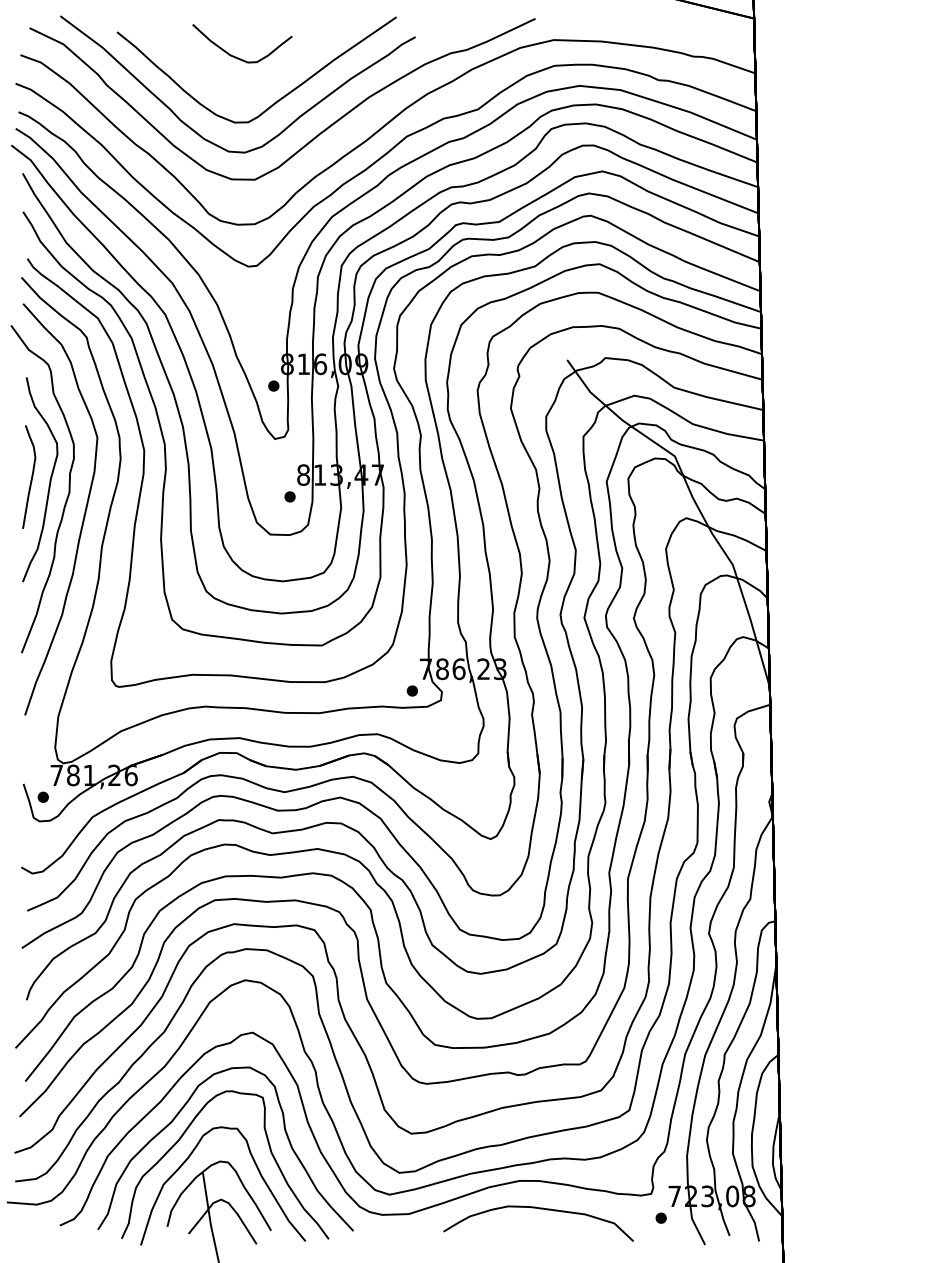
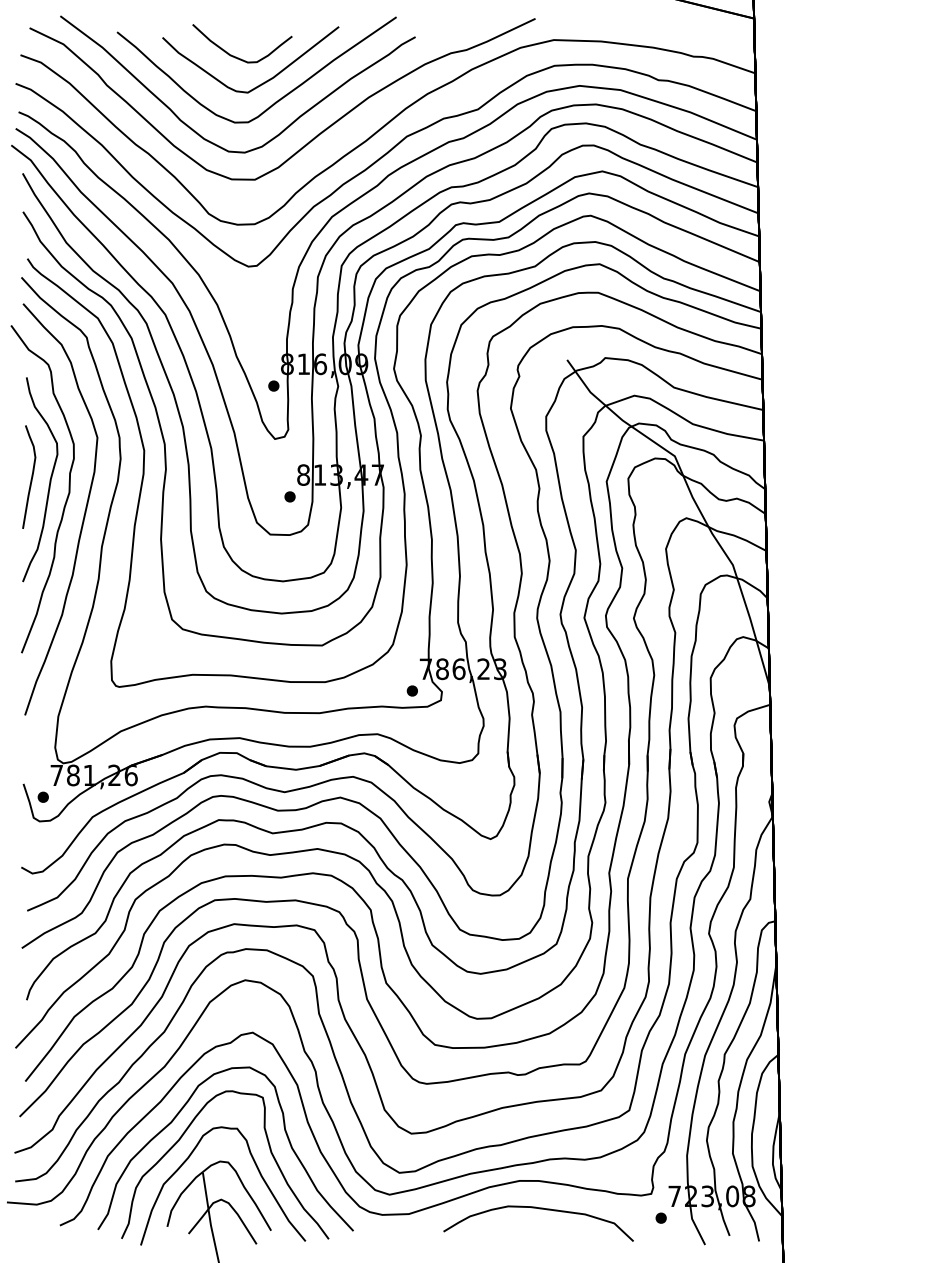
part at (264, 81): none -> present
